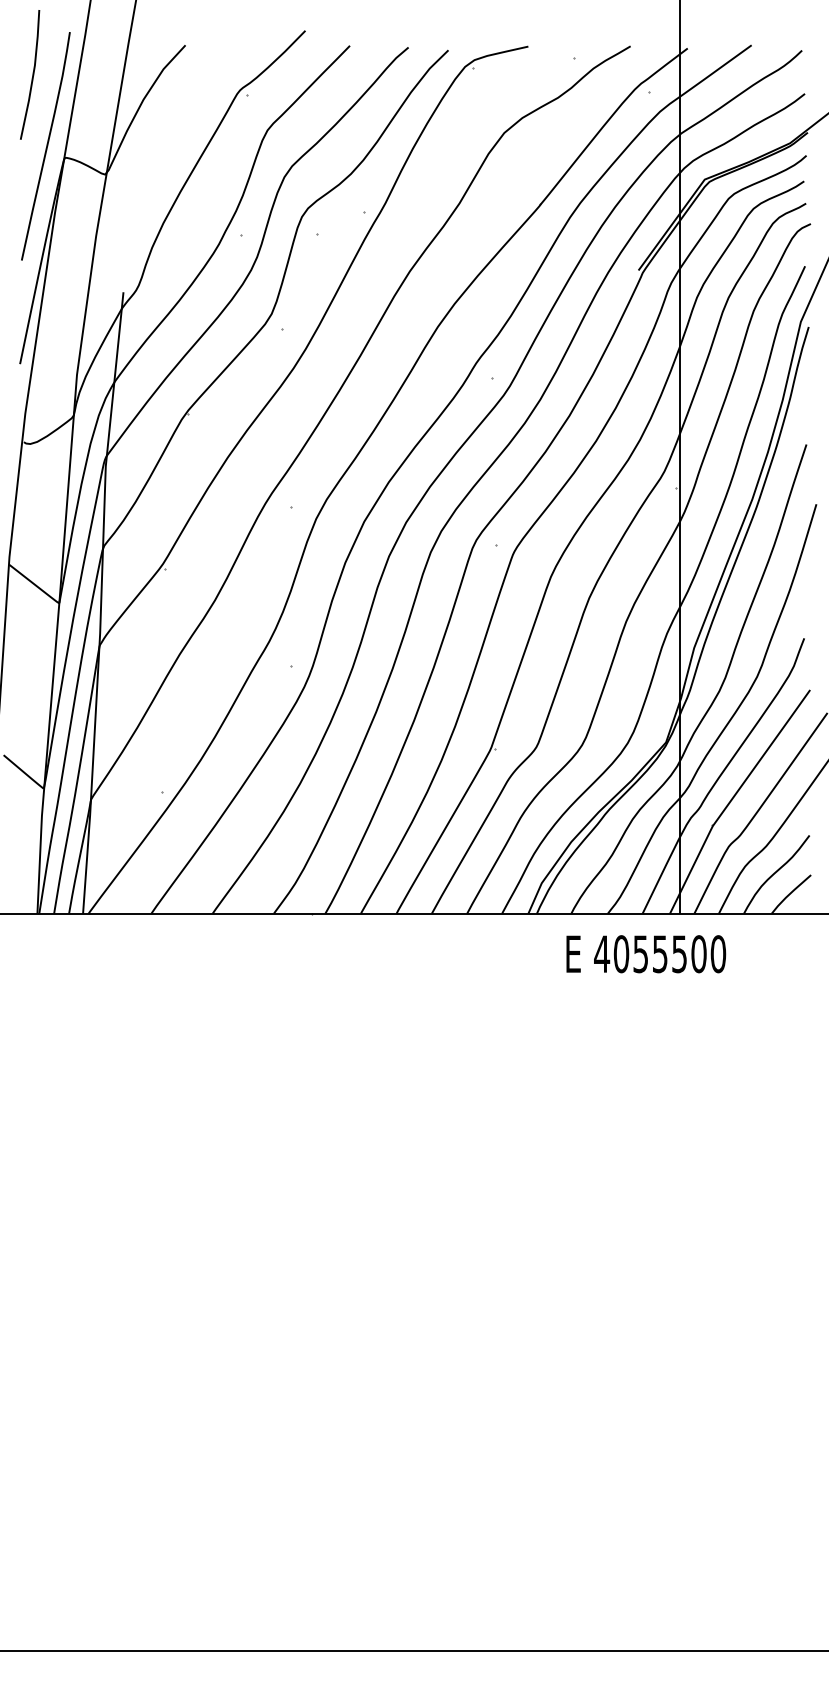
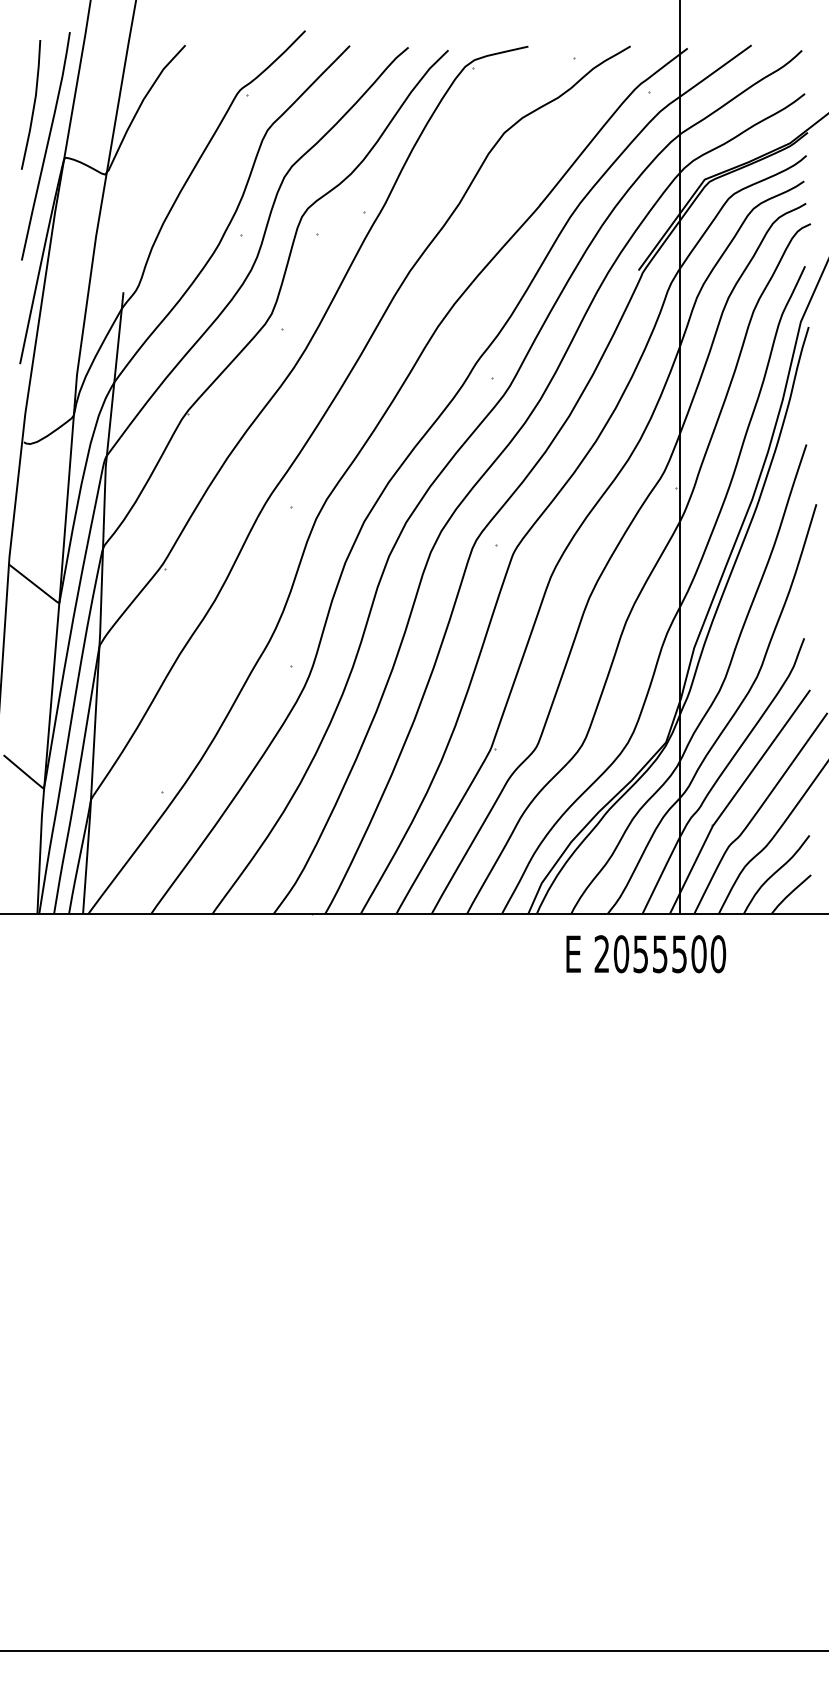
line at (32, 74) position: (32, 74) -> (33, 104)
text at (602, 953): 4055500 -> 2055500
